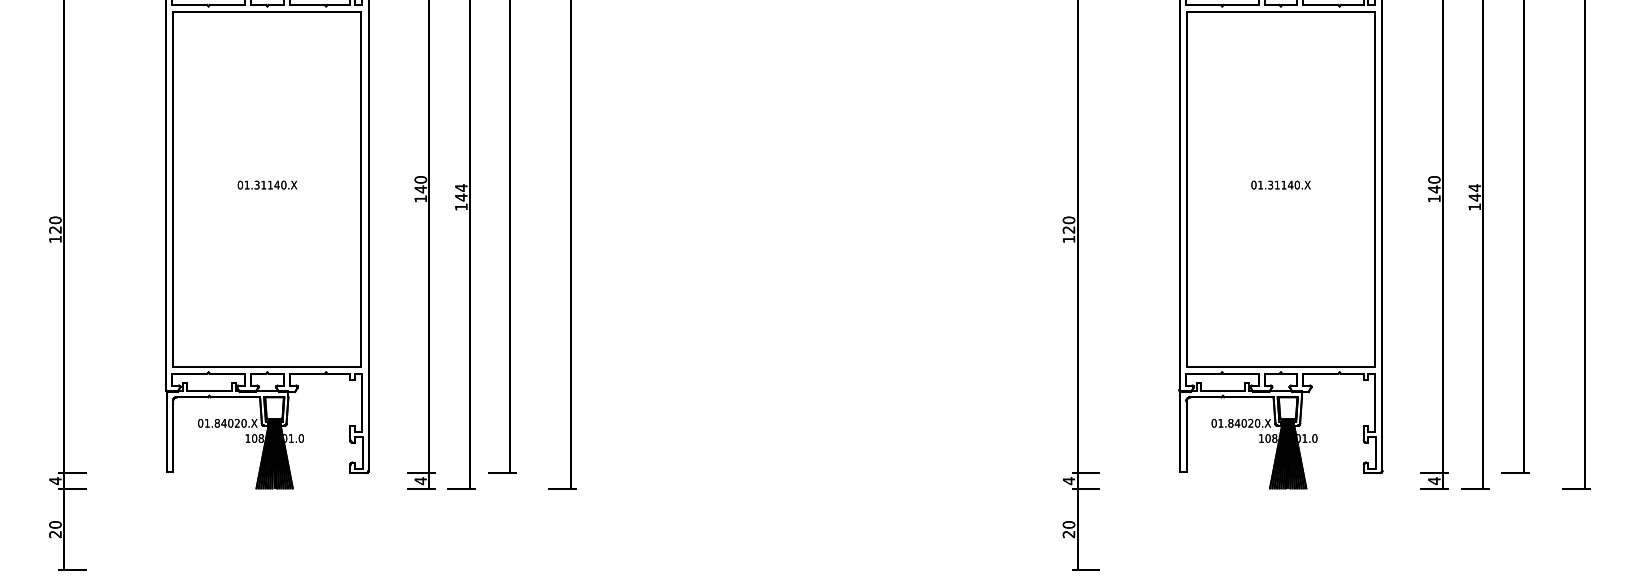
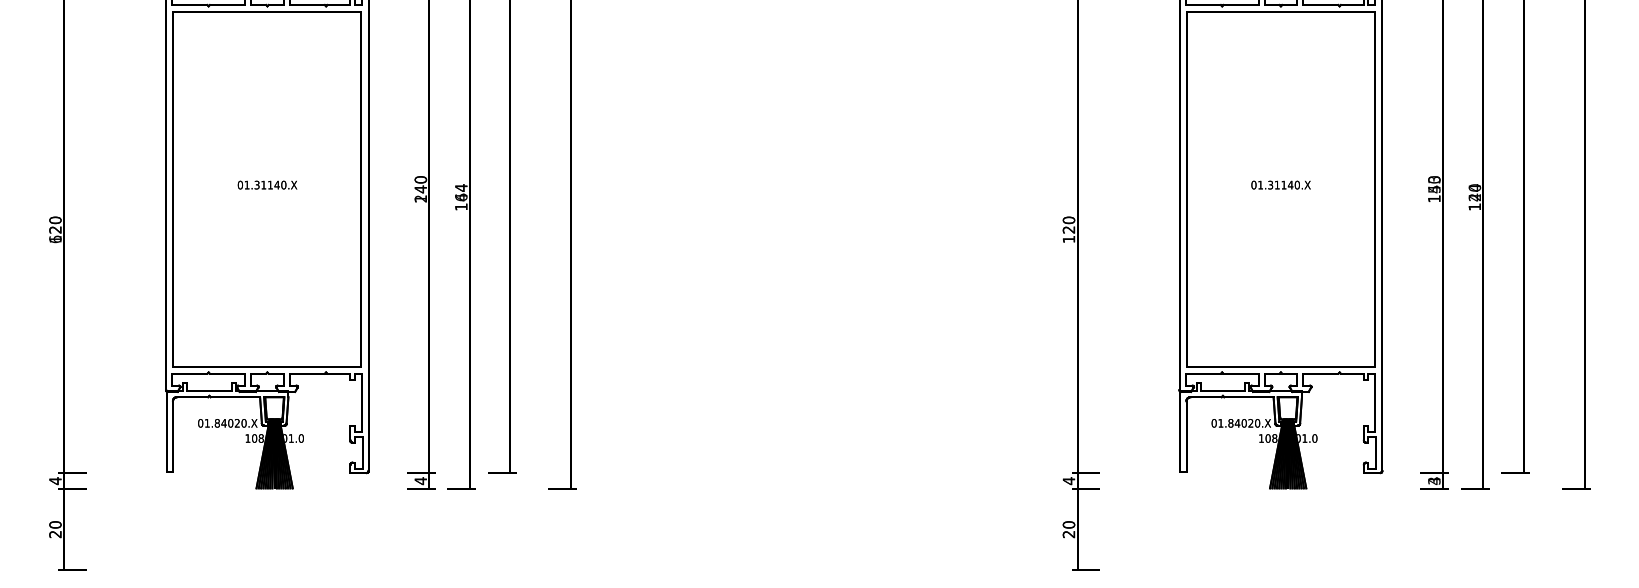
text at (1434, 184): 140 -> 153
text at (1474, 192): 144 -> 120
text at (461, 197): 144 -> 164
text at (420, 198): 140 -> 240
text at (55, 239): 120 -> 620
text at (1434, 481): 4 -> 3
